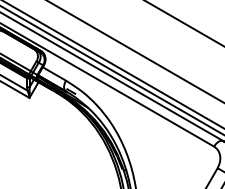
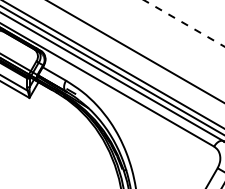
line at (184, 23): solid -> dashed
